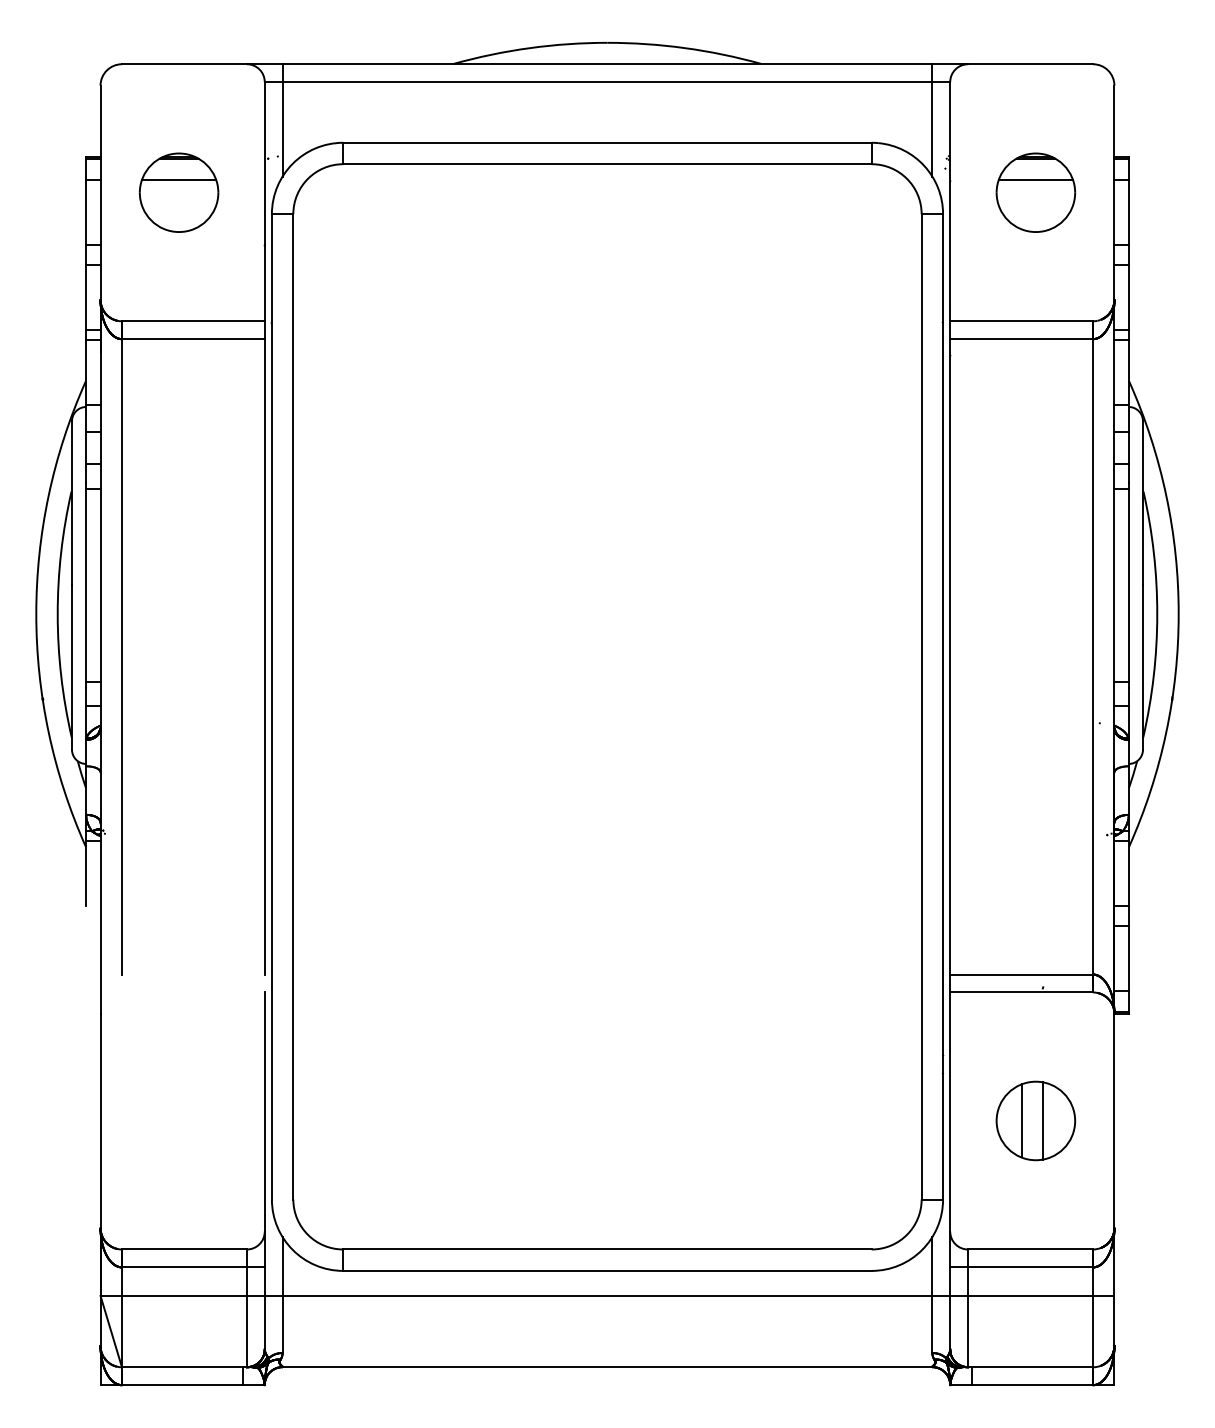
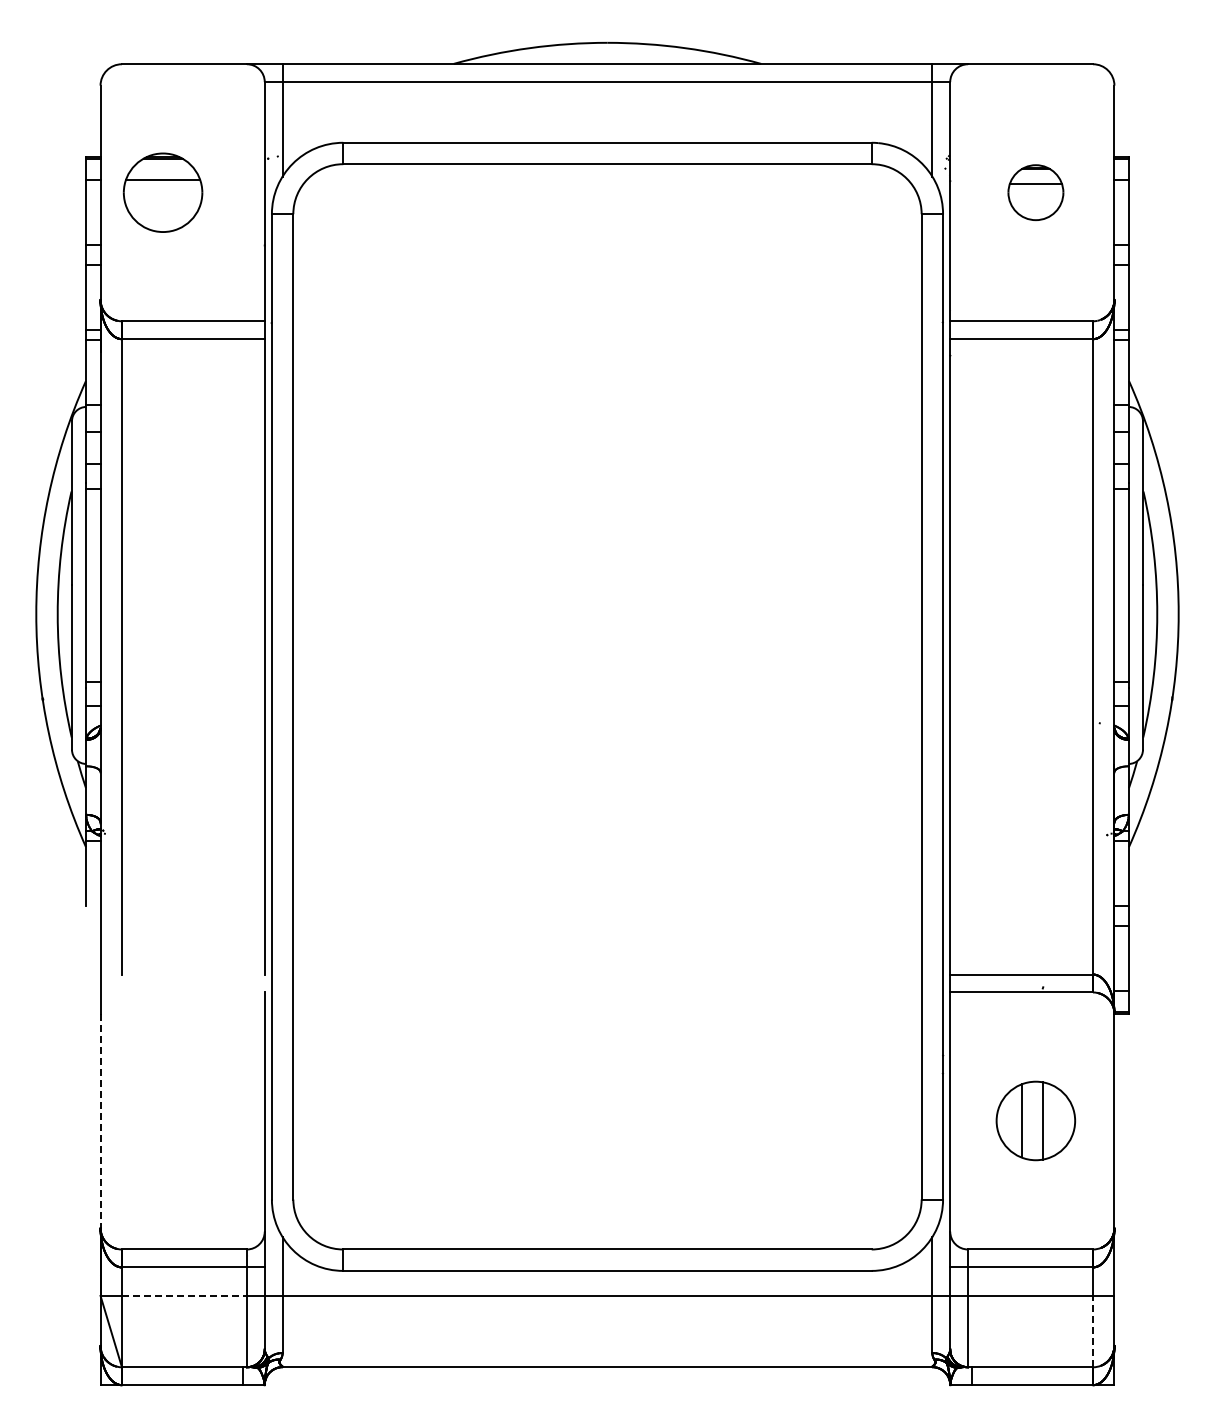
part at (178, 192) position: (178, 192) -> (162, 192)
part at (1035, 192) size: 82x81 px -> 58x58 px
line at (100, 1121): solid -> dashed
line at (184, 1295): solid -> dashed
line at (1093, 1331): solid -> dashed
